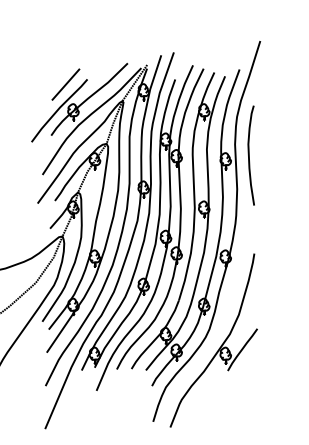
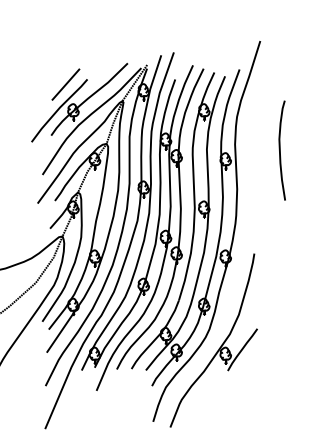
curve at (249, 155) position: (249, 155) -> (280, 150)
